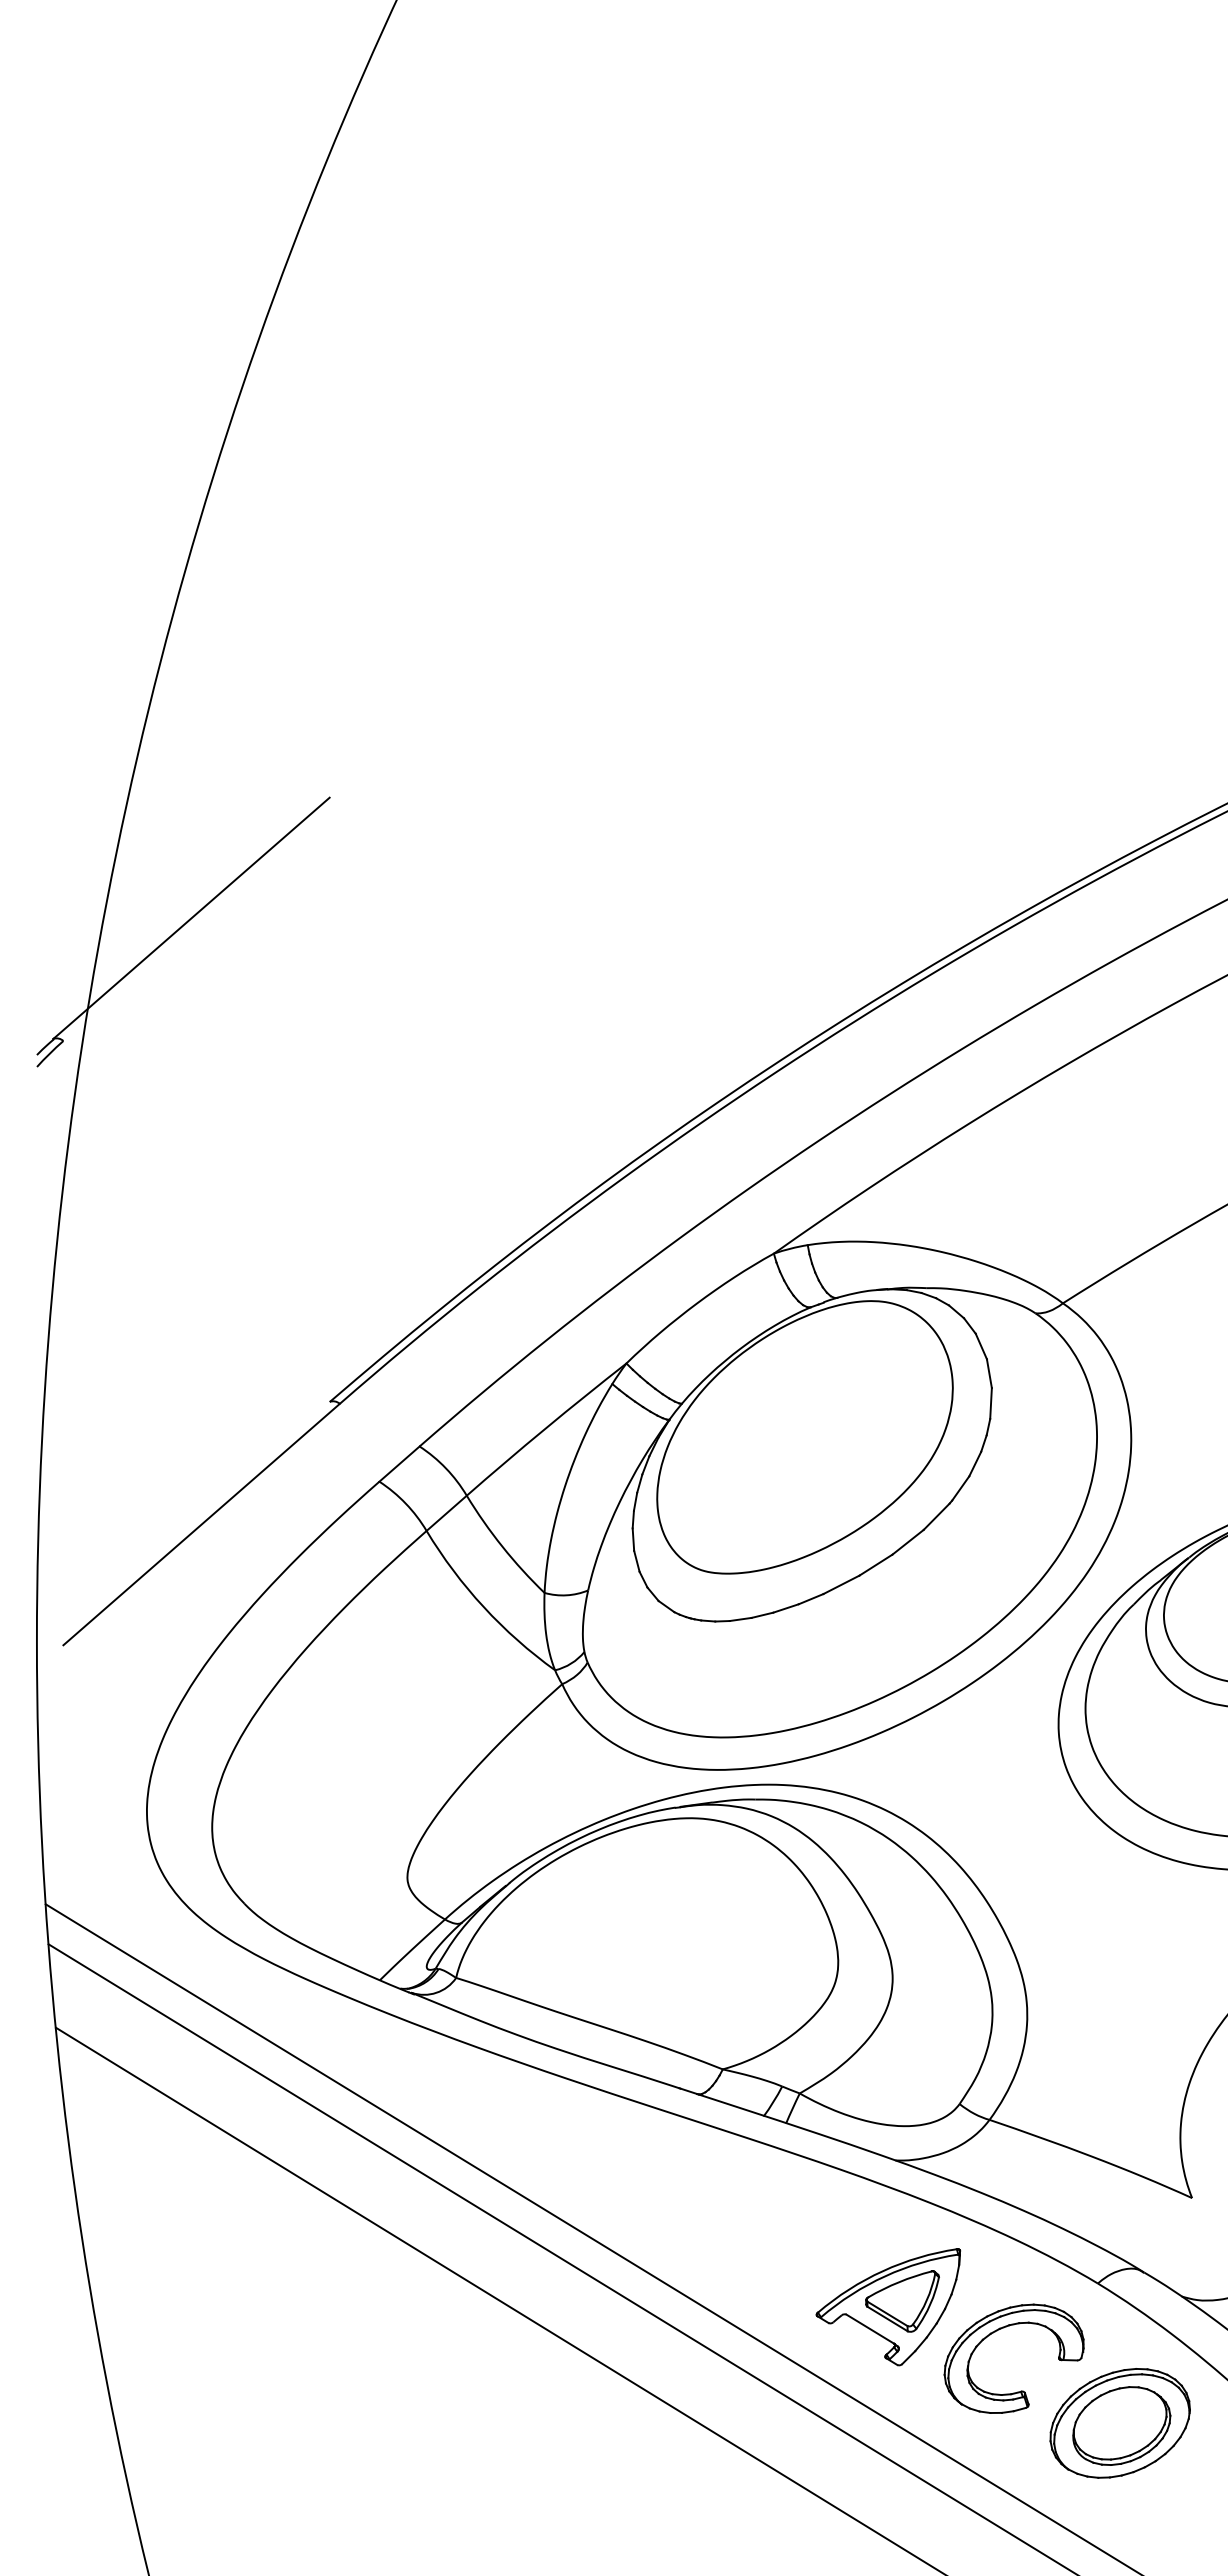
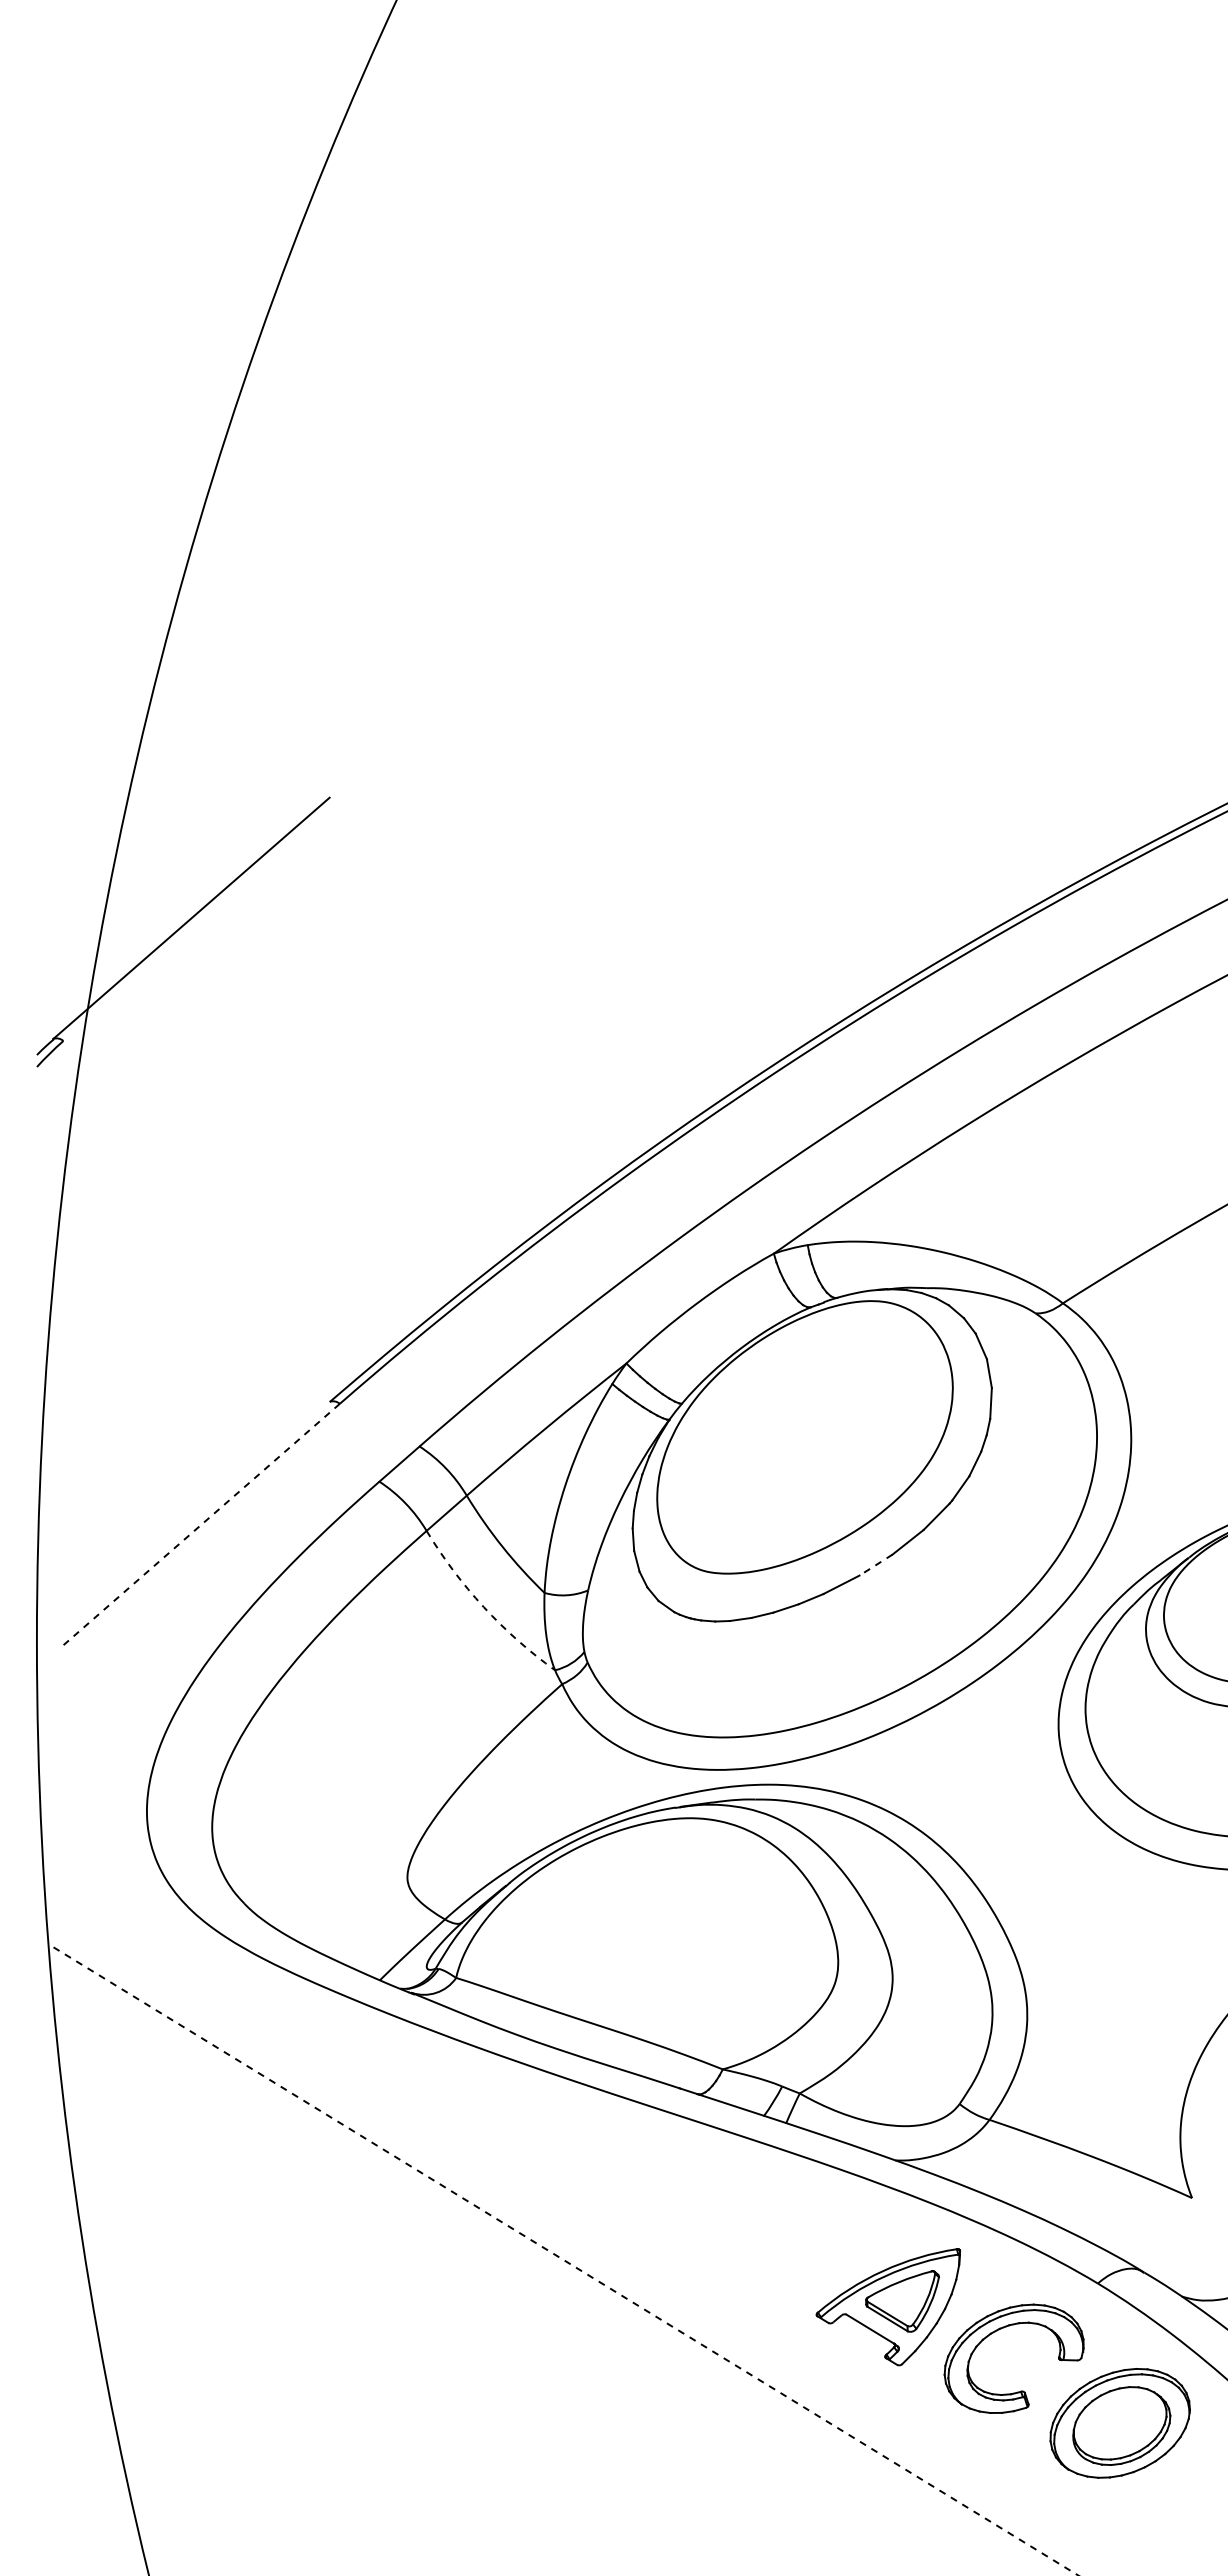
line at (201, 1524): solid -> dashed
line at (876, 1565): solid -> dashed
arc at (483, 1607): solid -> dashed
line at (591, 2238): present -> none
line at (563, 2259): solid -> dashed
line at (498, 2299): present -> none
